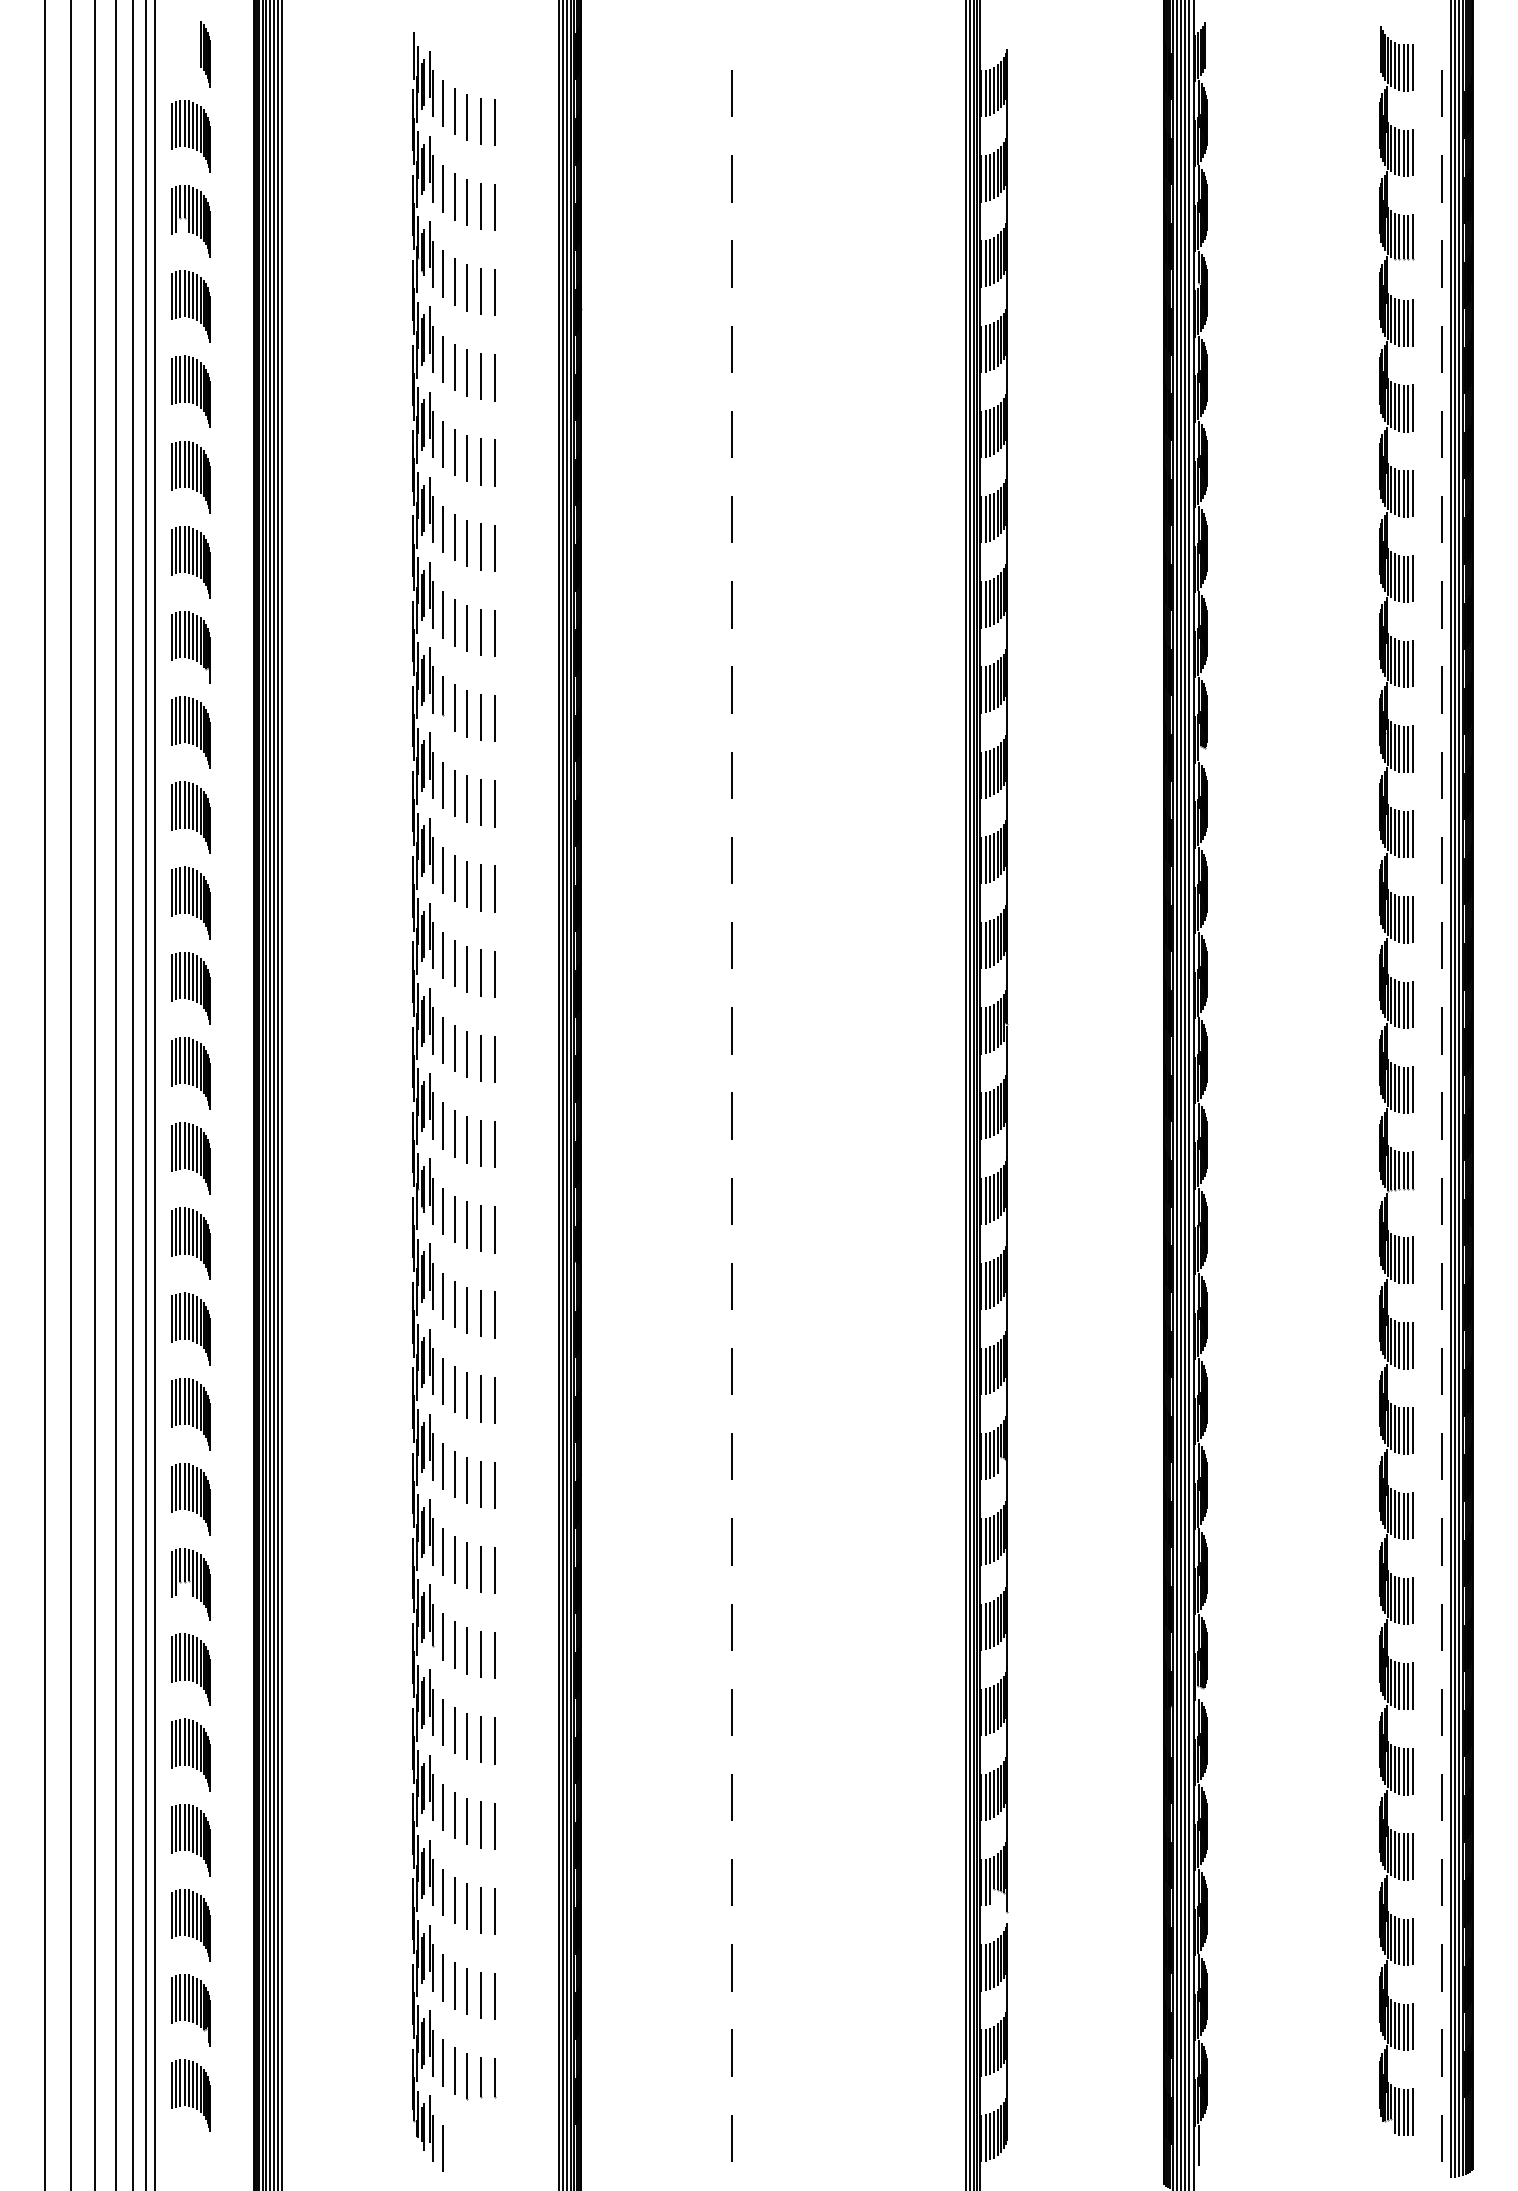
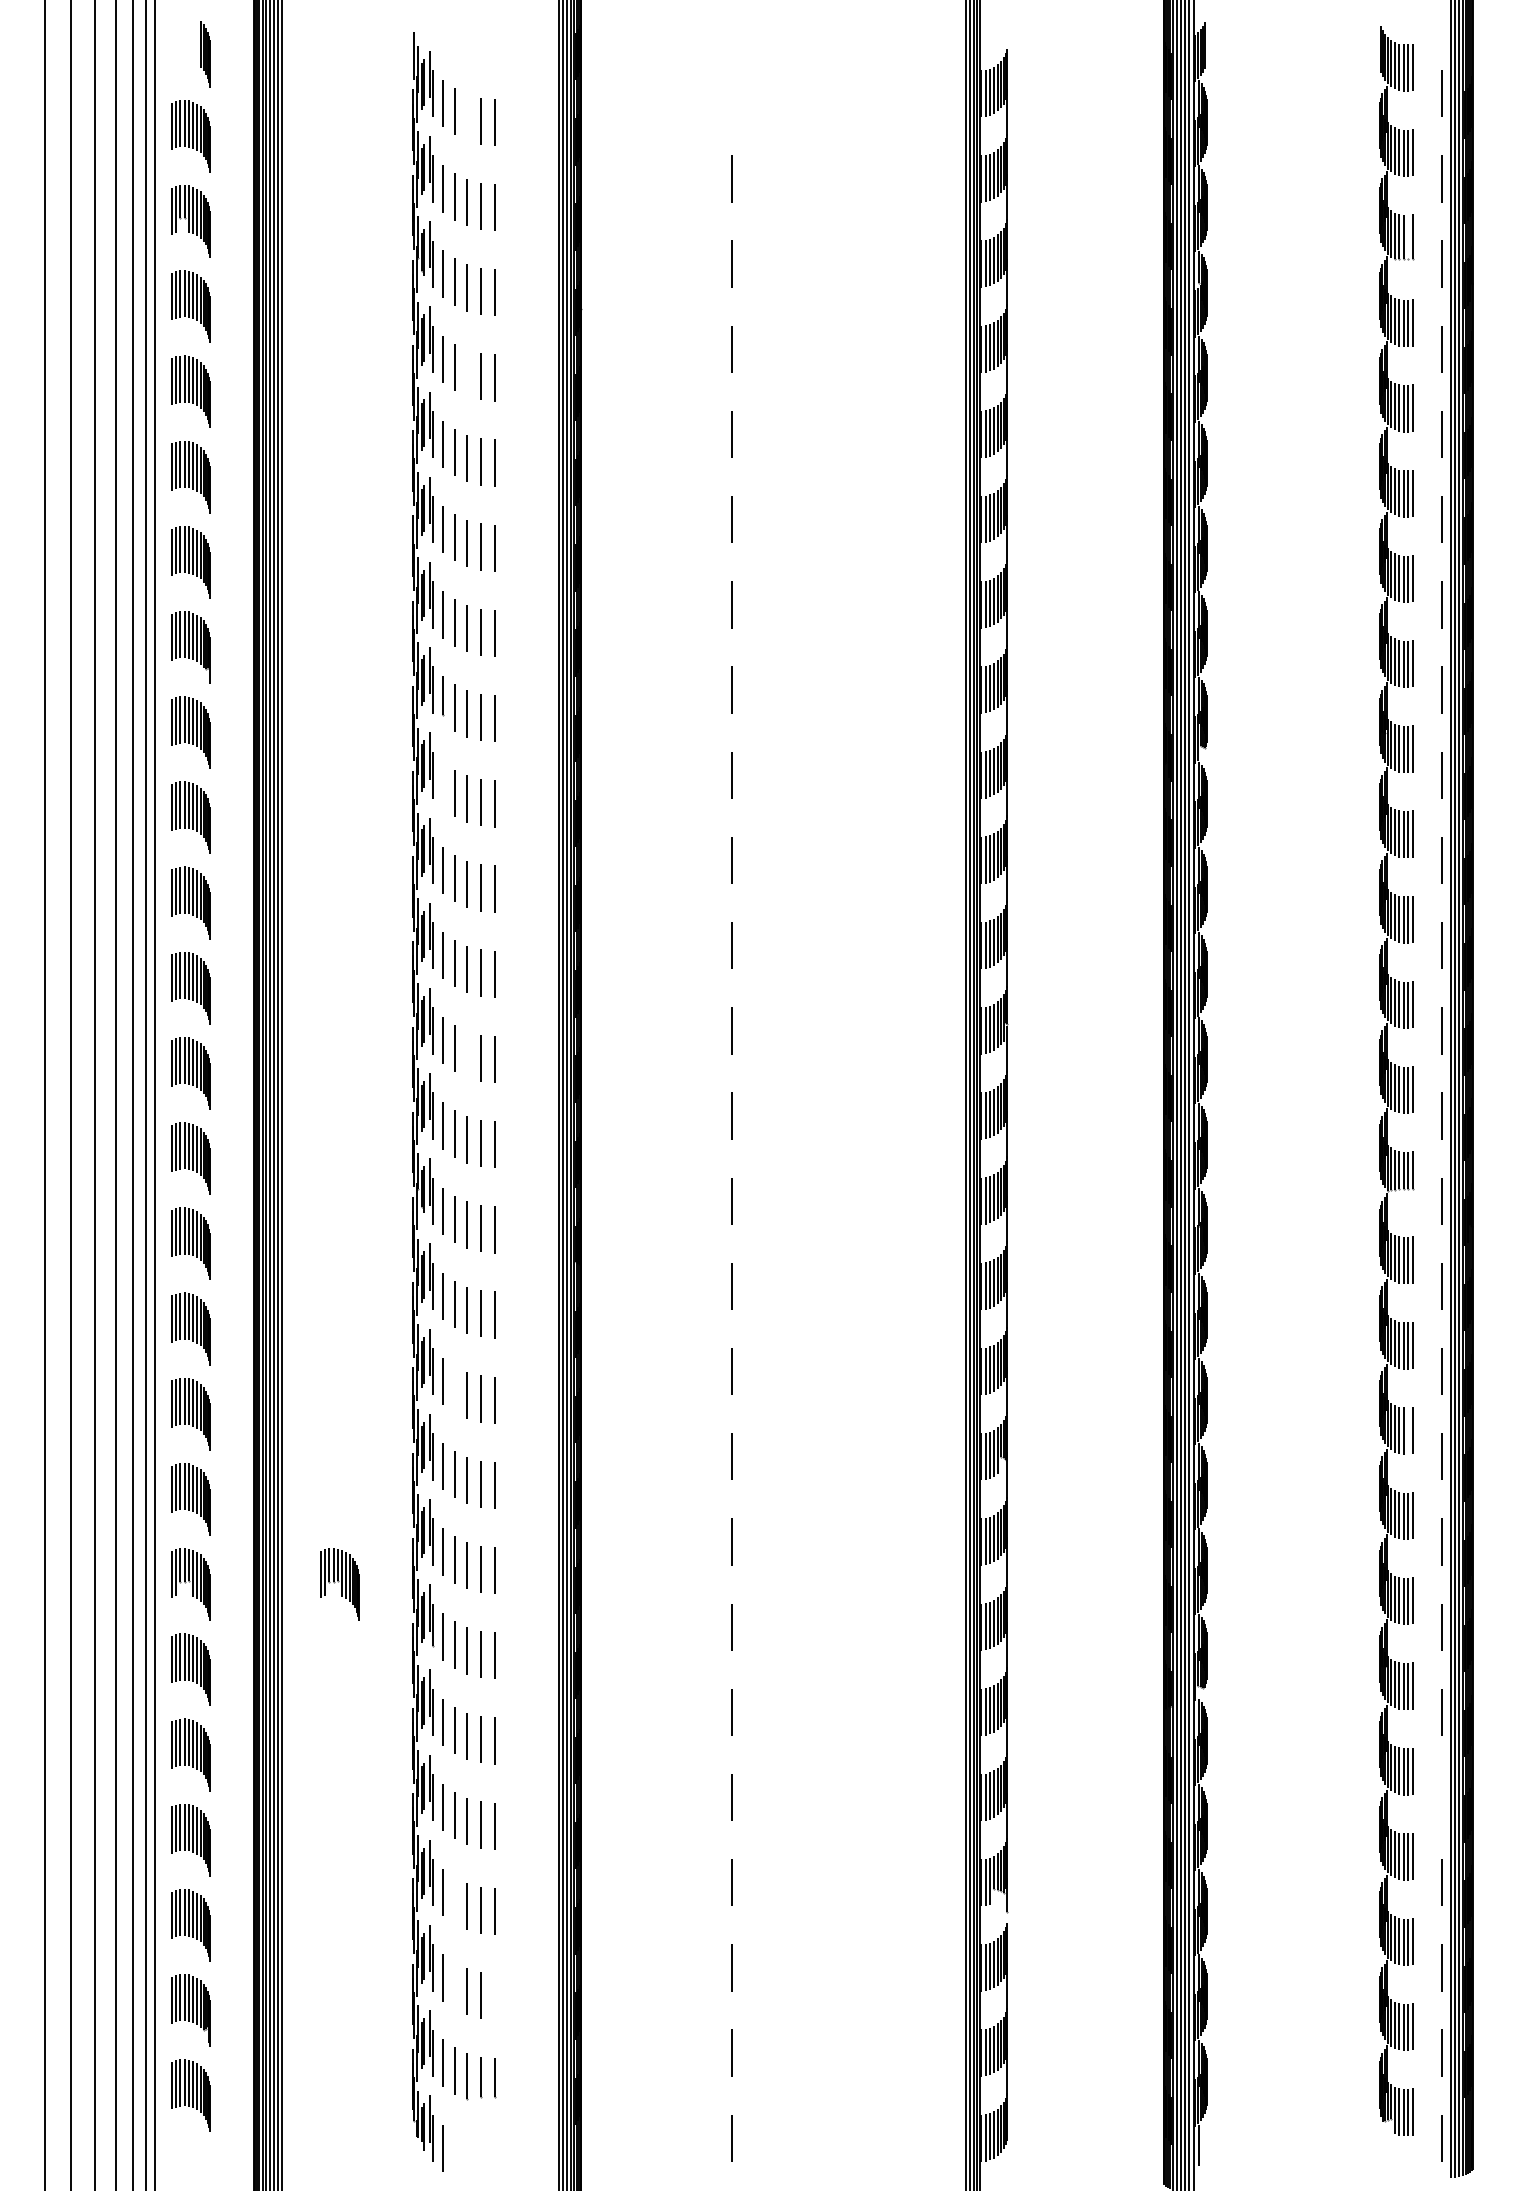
line at (732, 93): present -> none
line at (466, 117): present -> none
line at (1408, 236): present -> none
line at (467, 372): present -> none
line at (442, 785): present -> none
line at (467, 1054): present -> none
line at (454, 1389): present -> none
line at (1408, 1430): present -> none
part at (339, 1584): none -> present
line at (1442, 1797): present -> none
line at (454, 1900): present -> none
line at (454, 1985): present -> none
line at (495, 1996): present -> none
